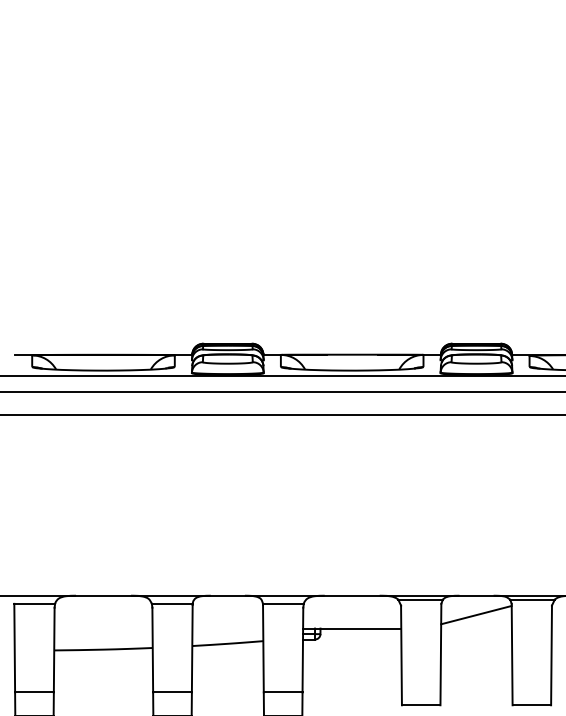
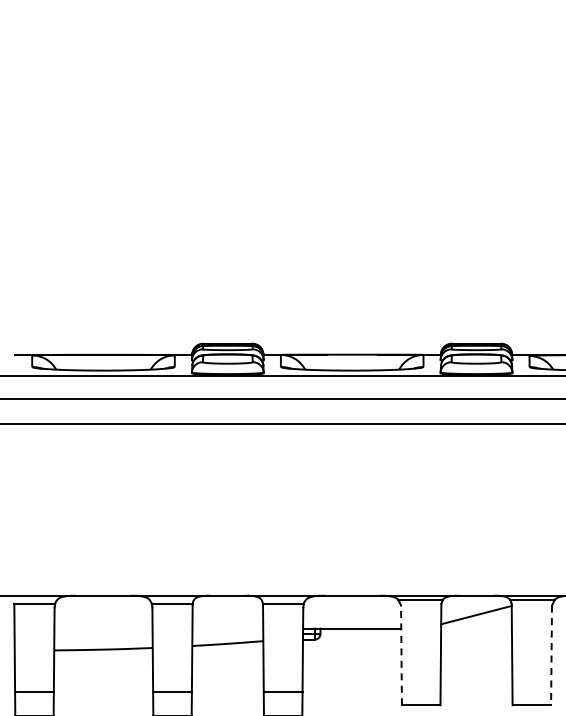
line at (282, 391) position: (282, 391) -> (282, 398)
line at (282, 414) position: (282, 414) -> (282, 423)
line at (401, 655): solid -> dashed
line at (551, 655): solid -> dashed
